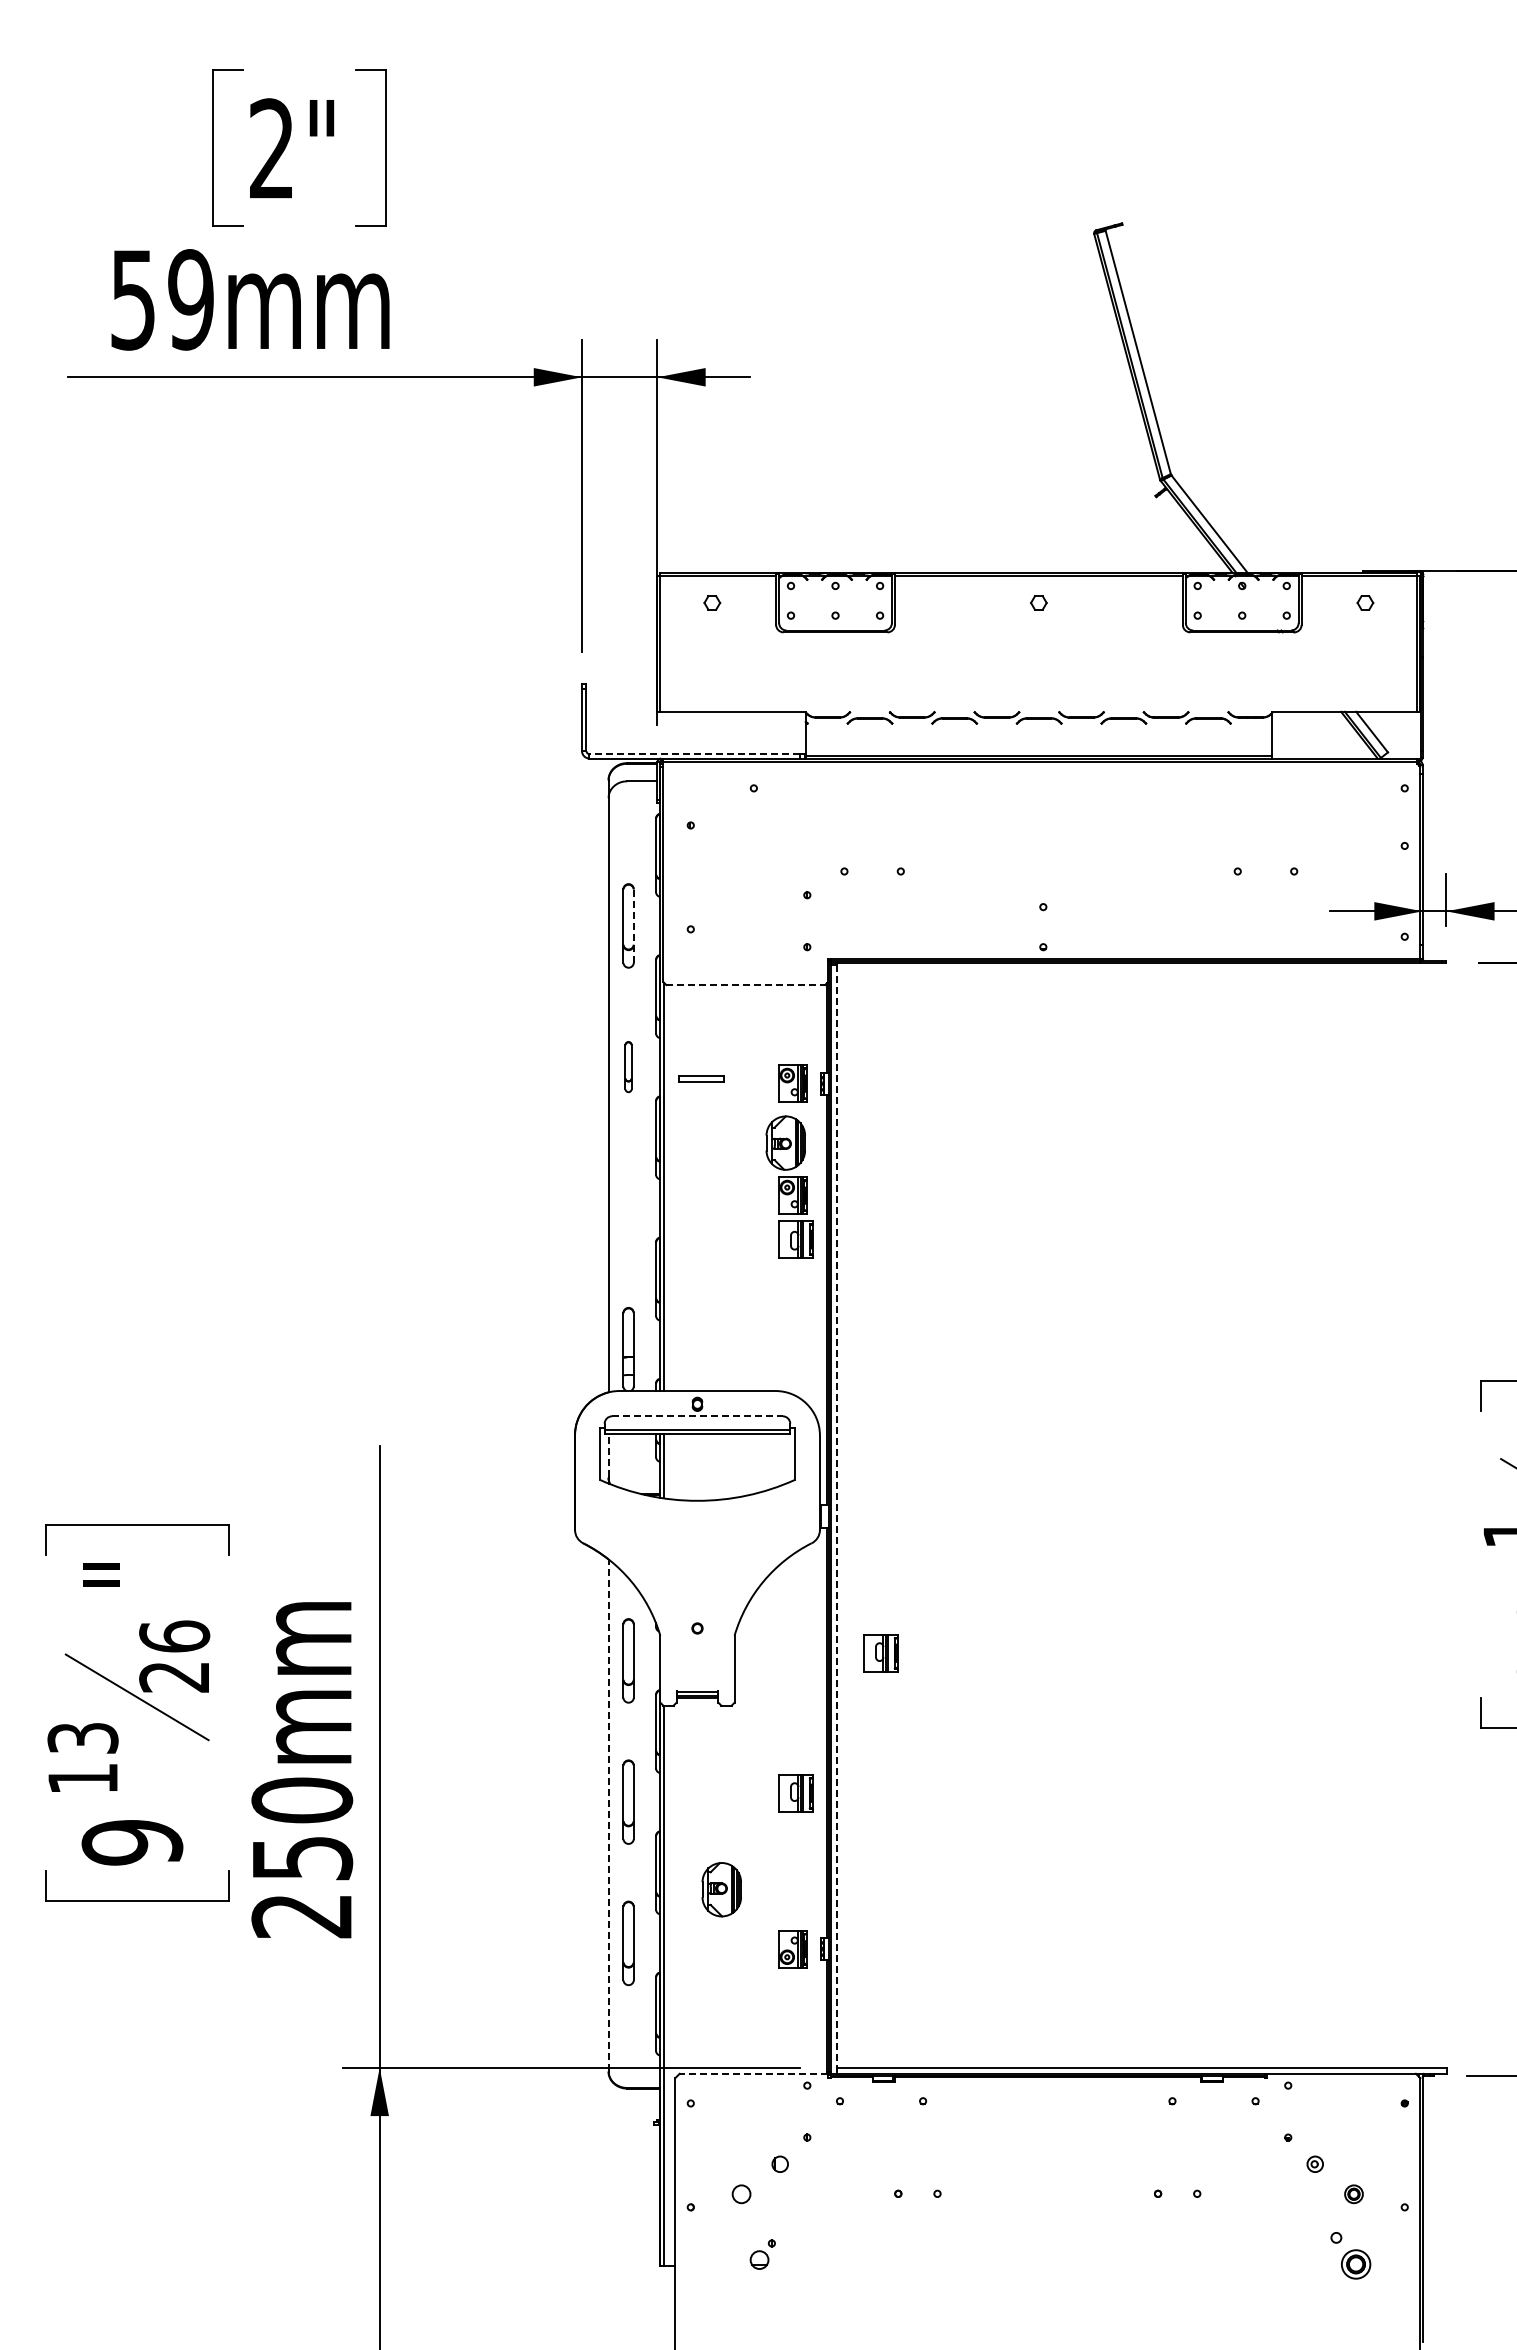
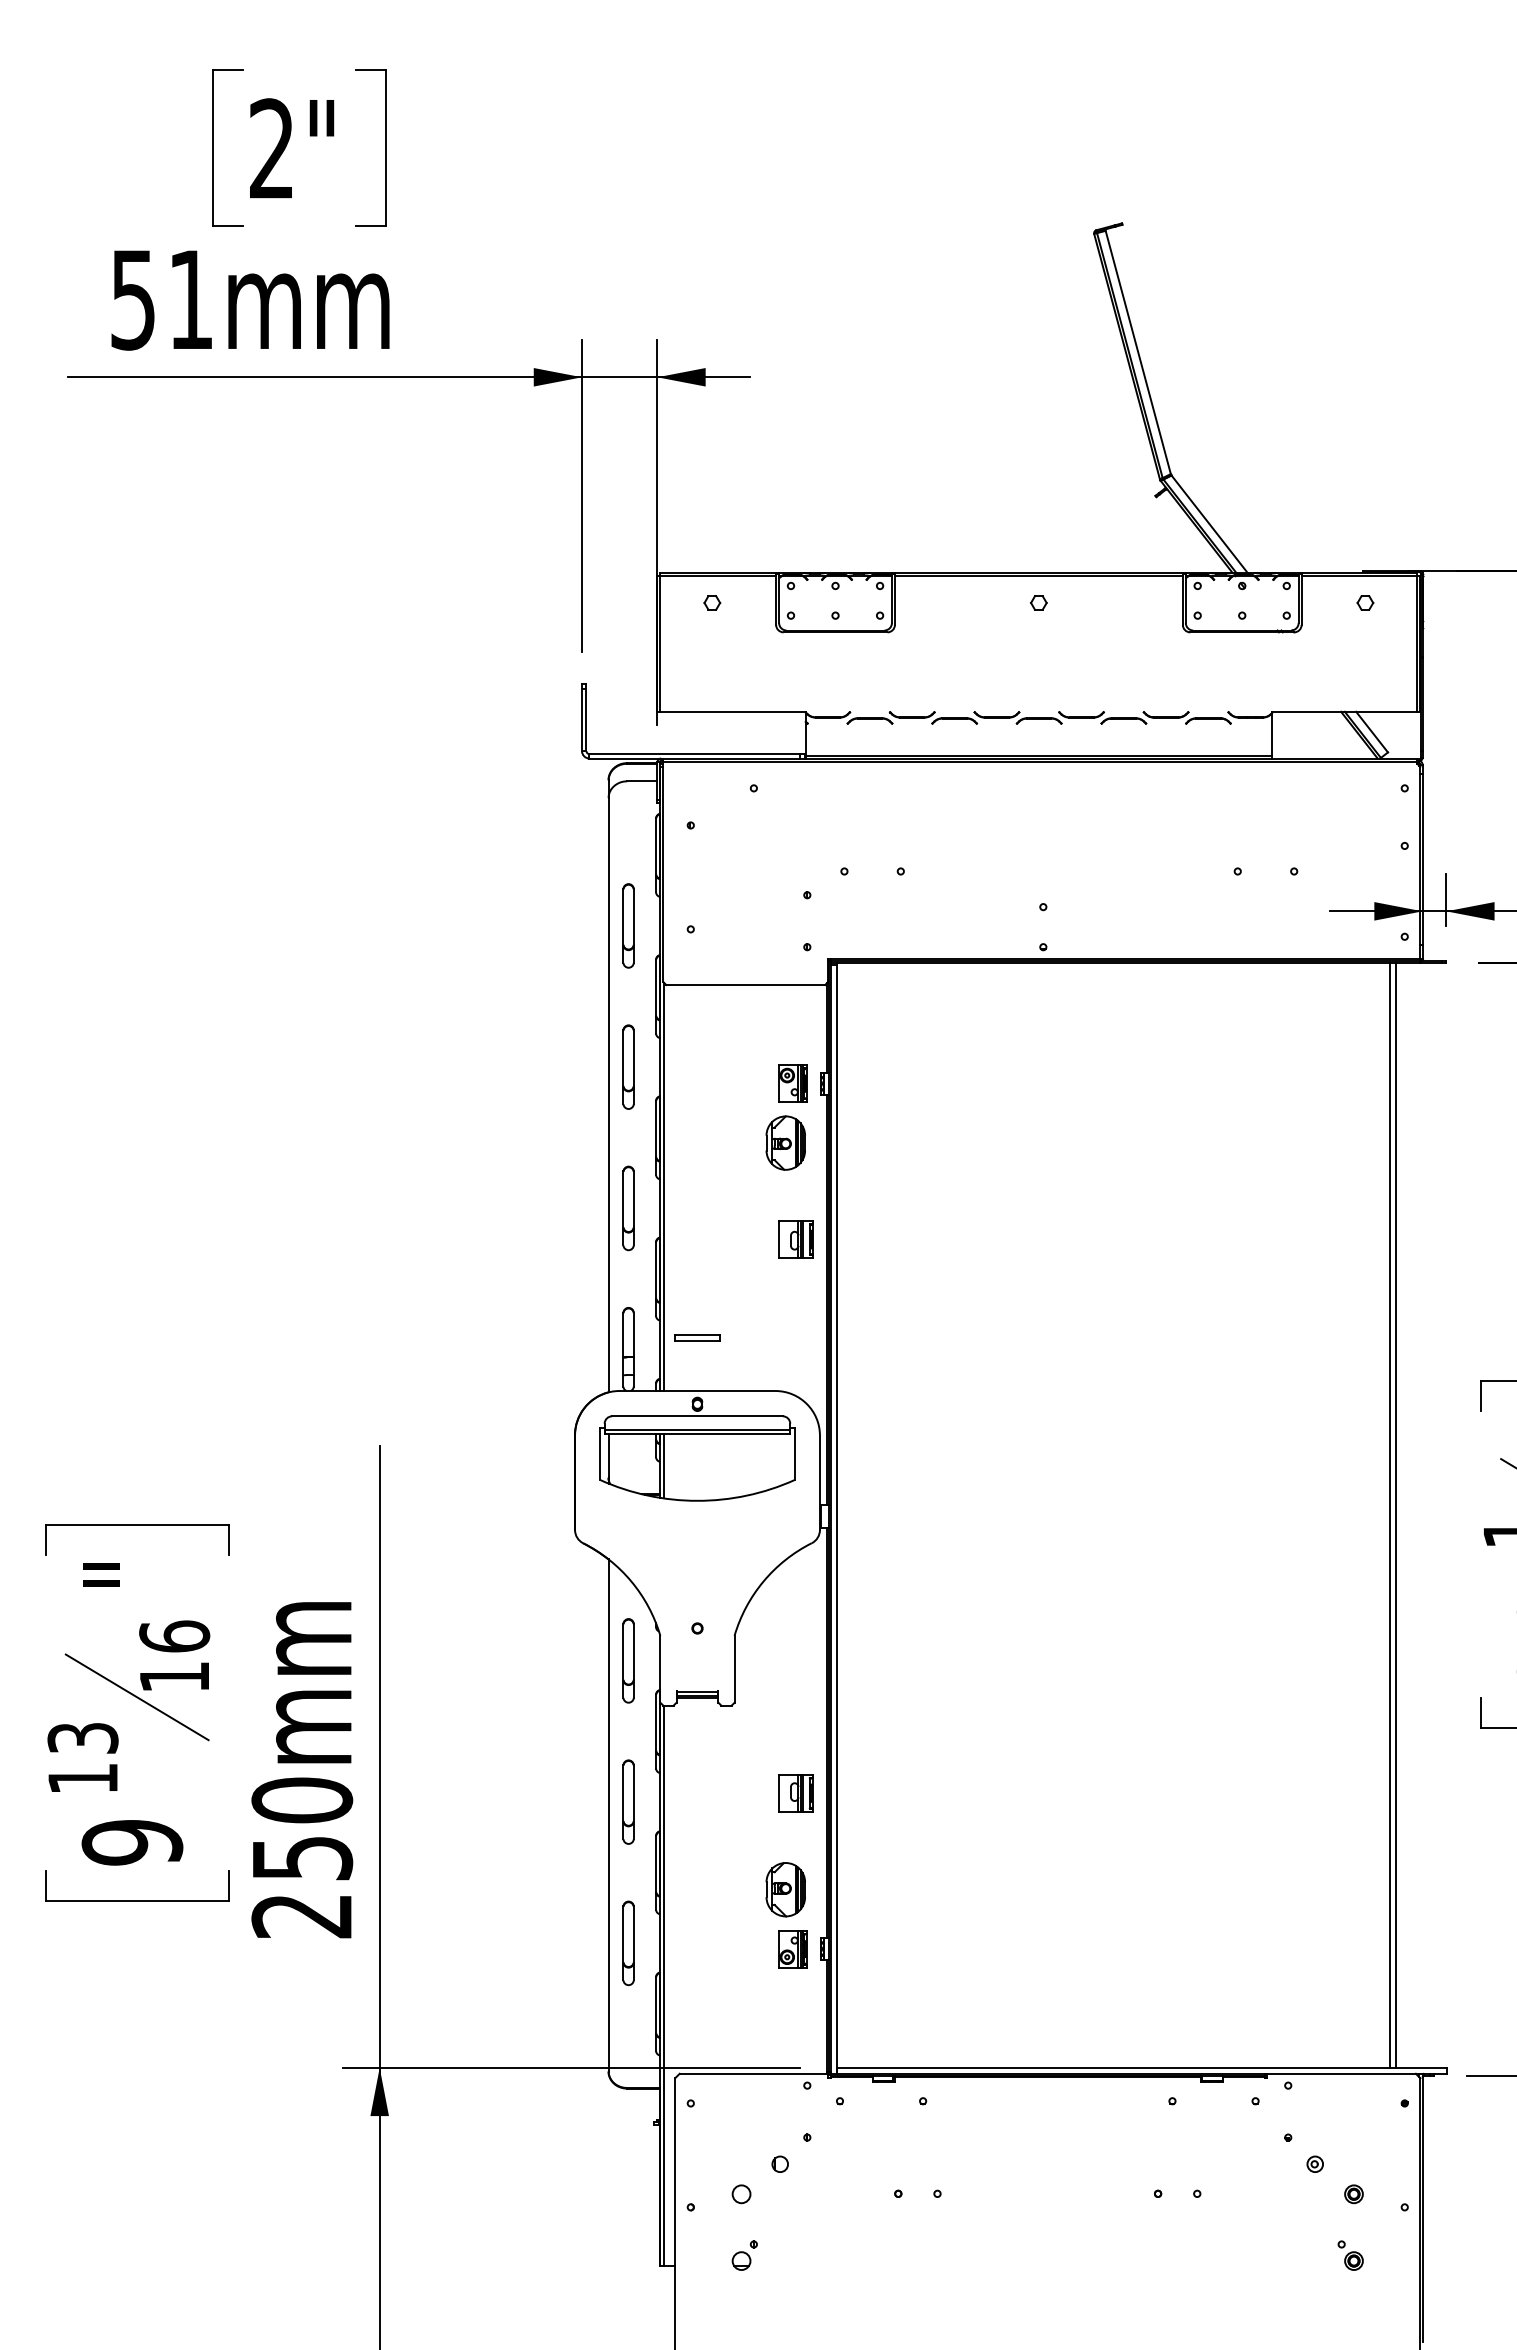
text at (190, 299): 59mm -> 51mm
line at (694, 754): dashed -> solid
line at (633, 925): dashed -> solid
line at (746, 985): dashed -> solid
part at (628, 1067) size: 9x53 px -> 13x86 px
part at (701, 1078) position: (701, 1078) -> (697, 1337)
part at (792, 1195): present -> none
part at (628, 1208): none -> present
line at (697, 1416): dashed -> solid
line at (608, 1455): dashed -> solid
line at (1389, 1514): none -> present
line at (1395, 1514): none -> present
line at (837, 1519): dashed -> solid
part at (880, 1653): present -> none
text at (173, 1677): 26 -> 16
line at (608, 1815): dashed -> solid
part at (721, 1889) position: (721, 1889) -> (785, 1889)
line at (753, 2073): dashed -> solid
part at (762, 2254) position: (762, 2254) -> (744, 2255)
part at (1350, 2255) size: 42x48 px -> 27x31 px
